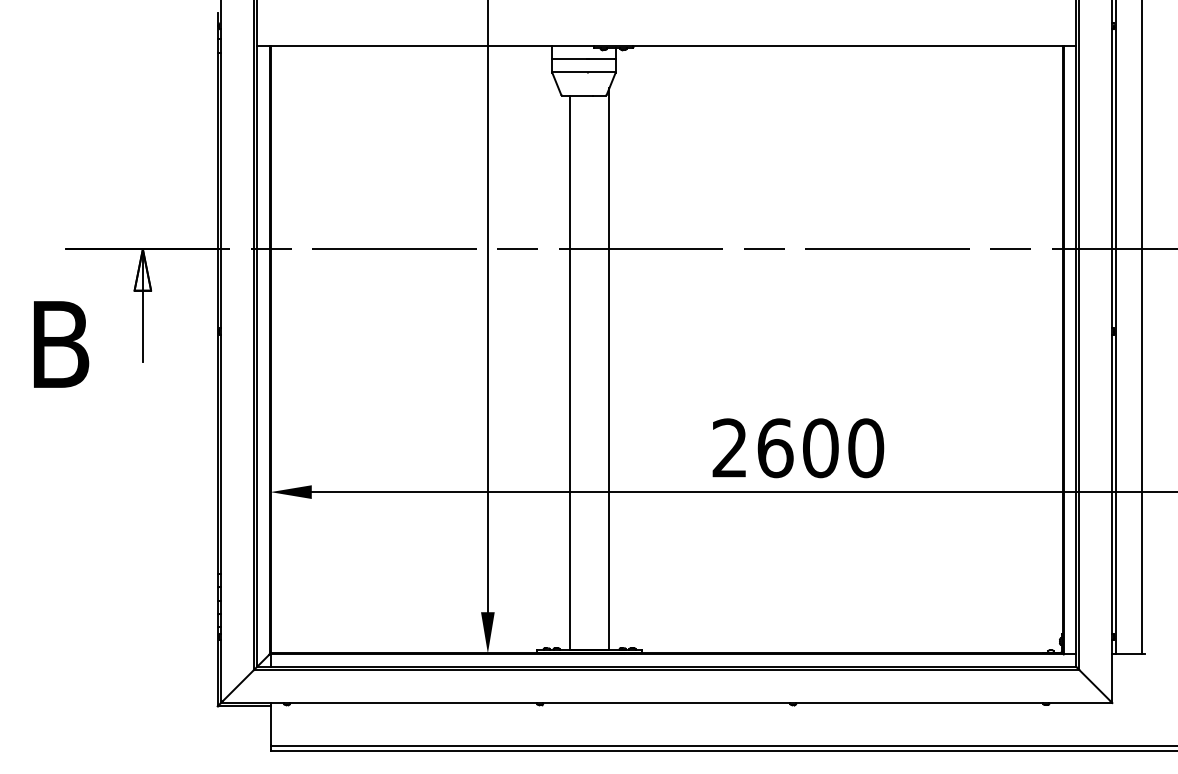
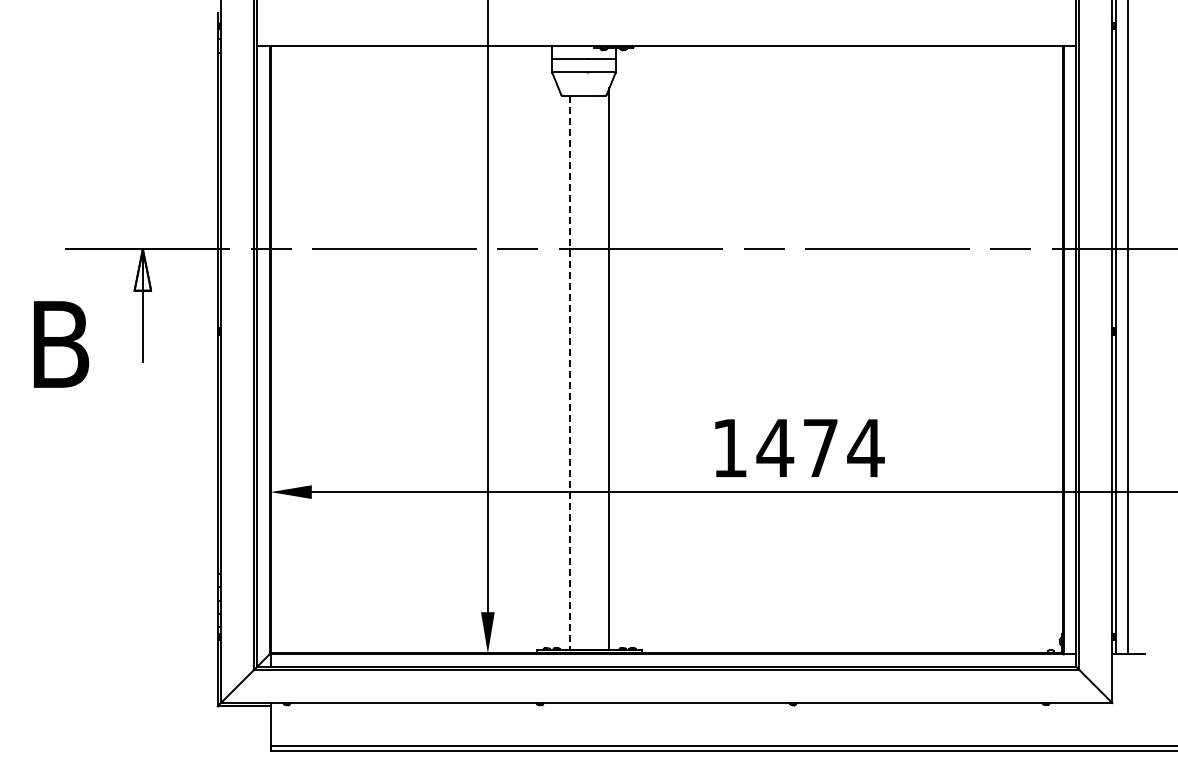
line at (1142, 328) position: (1142, 328) -> (1128, 328)
line at (569, 373): solid -> dashed
text at (798, 448): 2600 -> 1474
